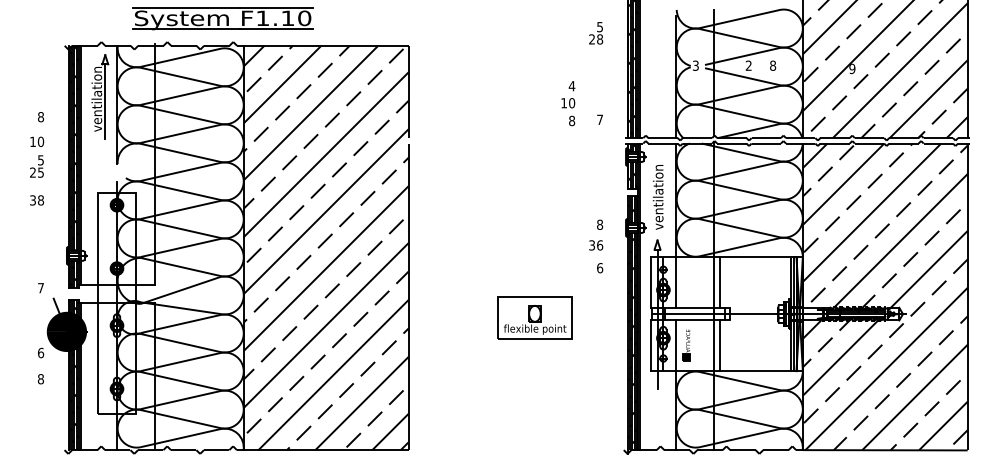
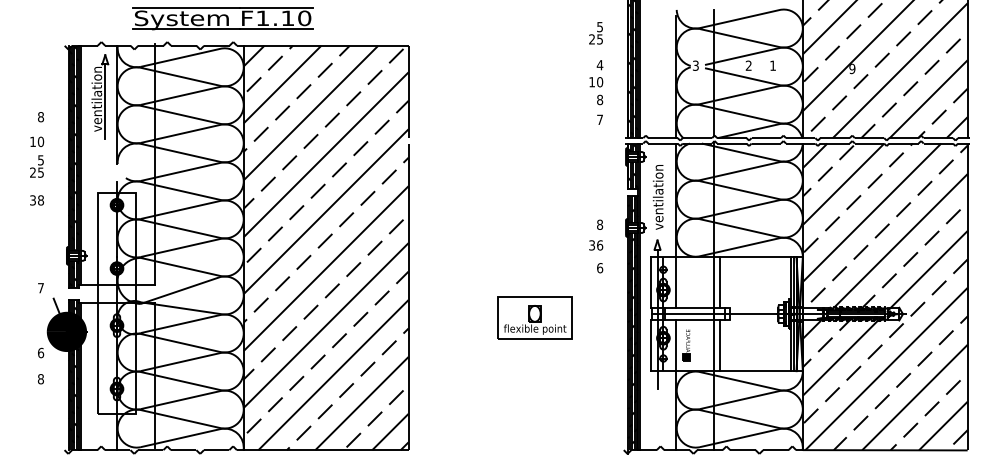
text at (600, 39): 28 -> 25
text at (773, 65): 8 -> 1
text at (568, 103) position: (568, 103) -> (596, 82)
